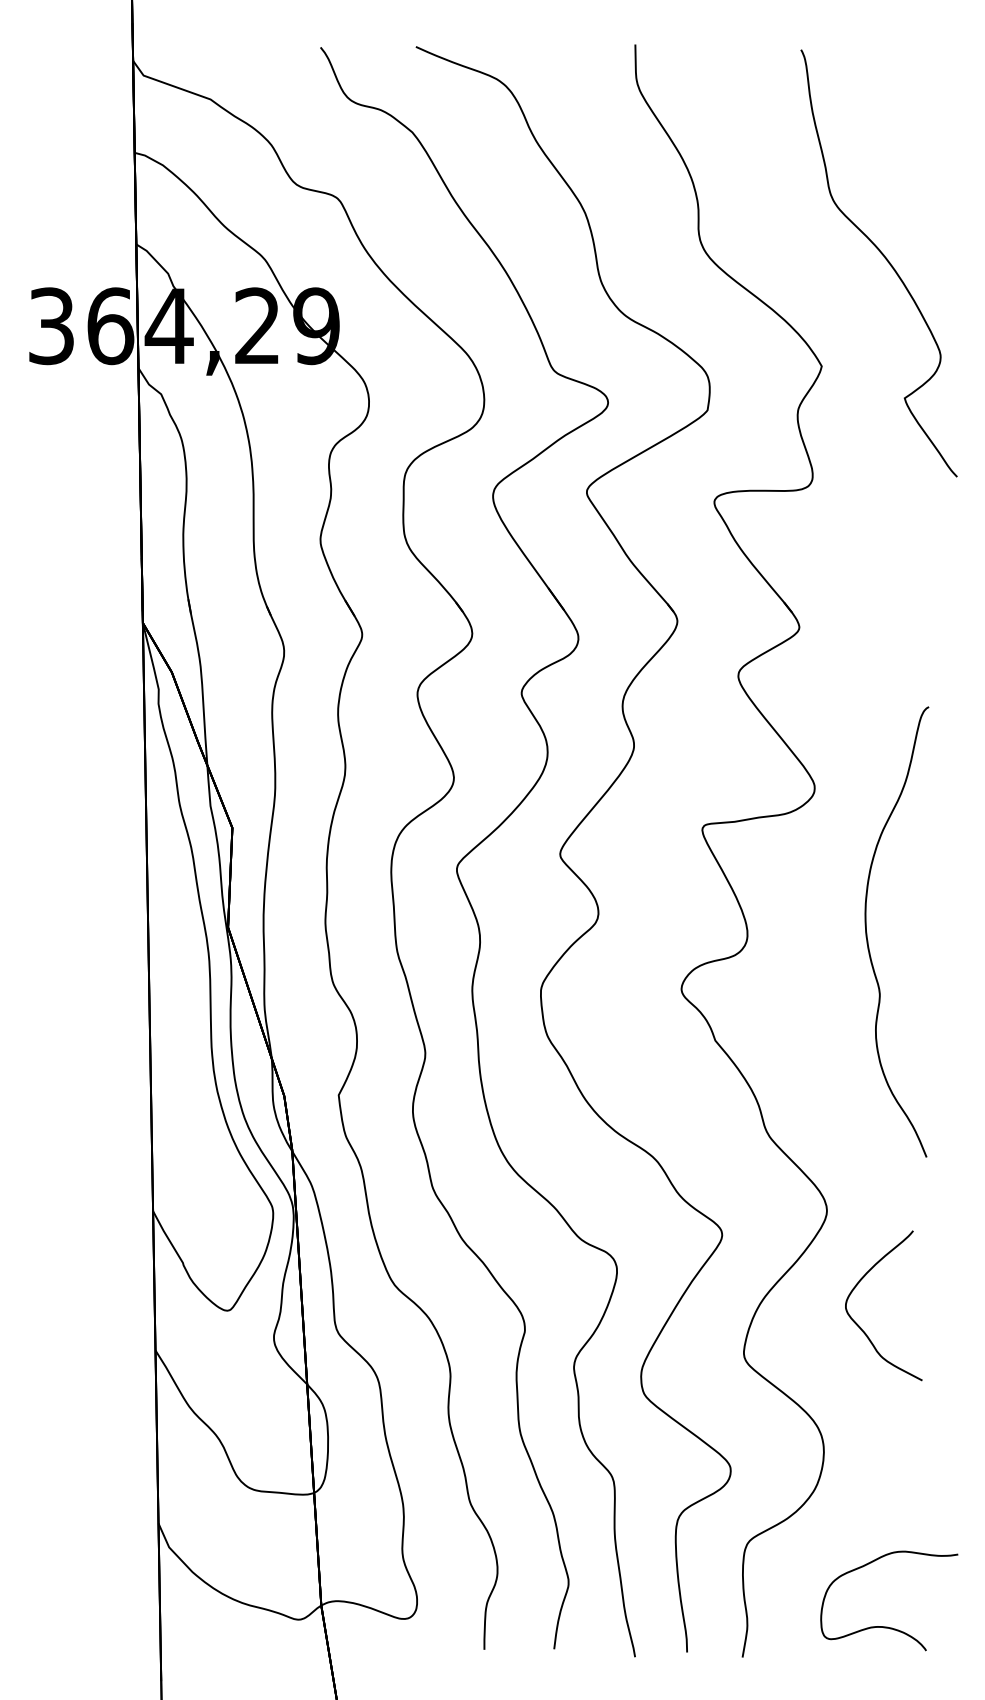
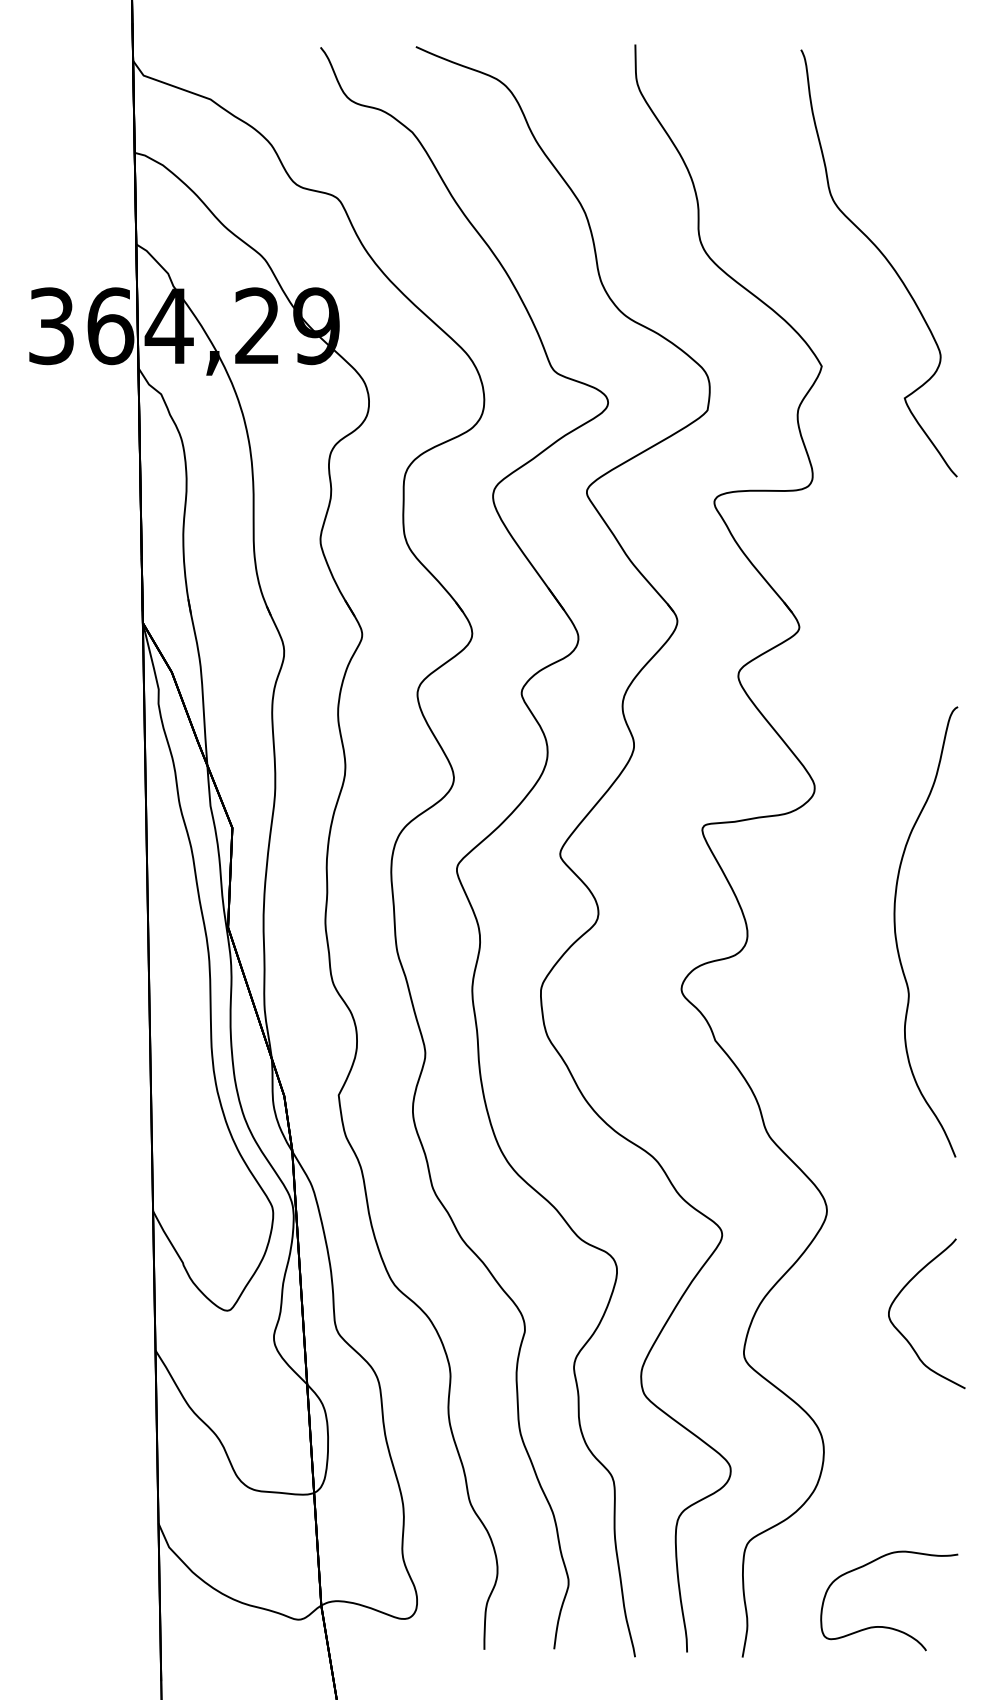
curve at (867, 932) position: (867, 932) -> (896, 932)
curve at (860, 1326) position: (860, 1326) -> (903, 1334)
